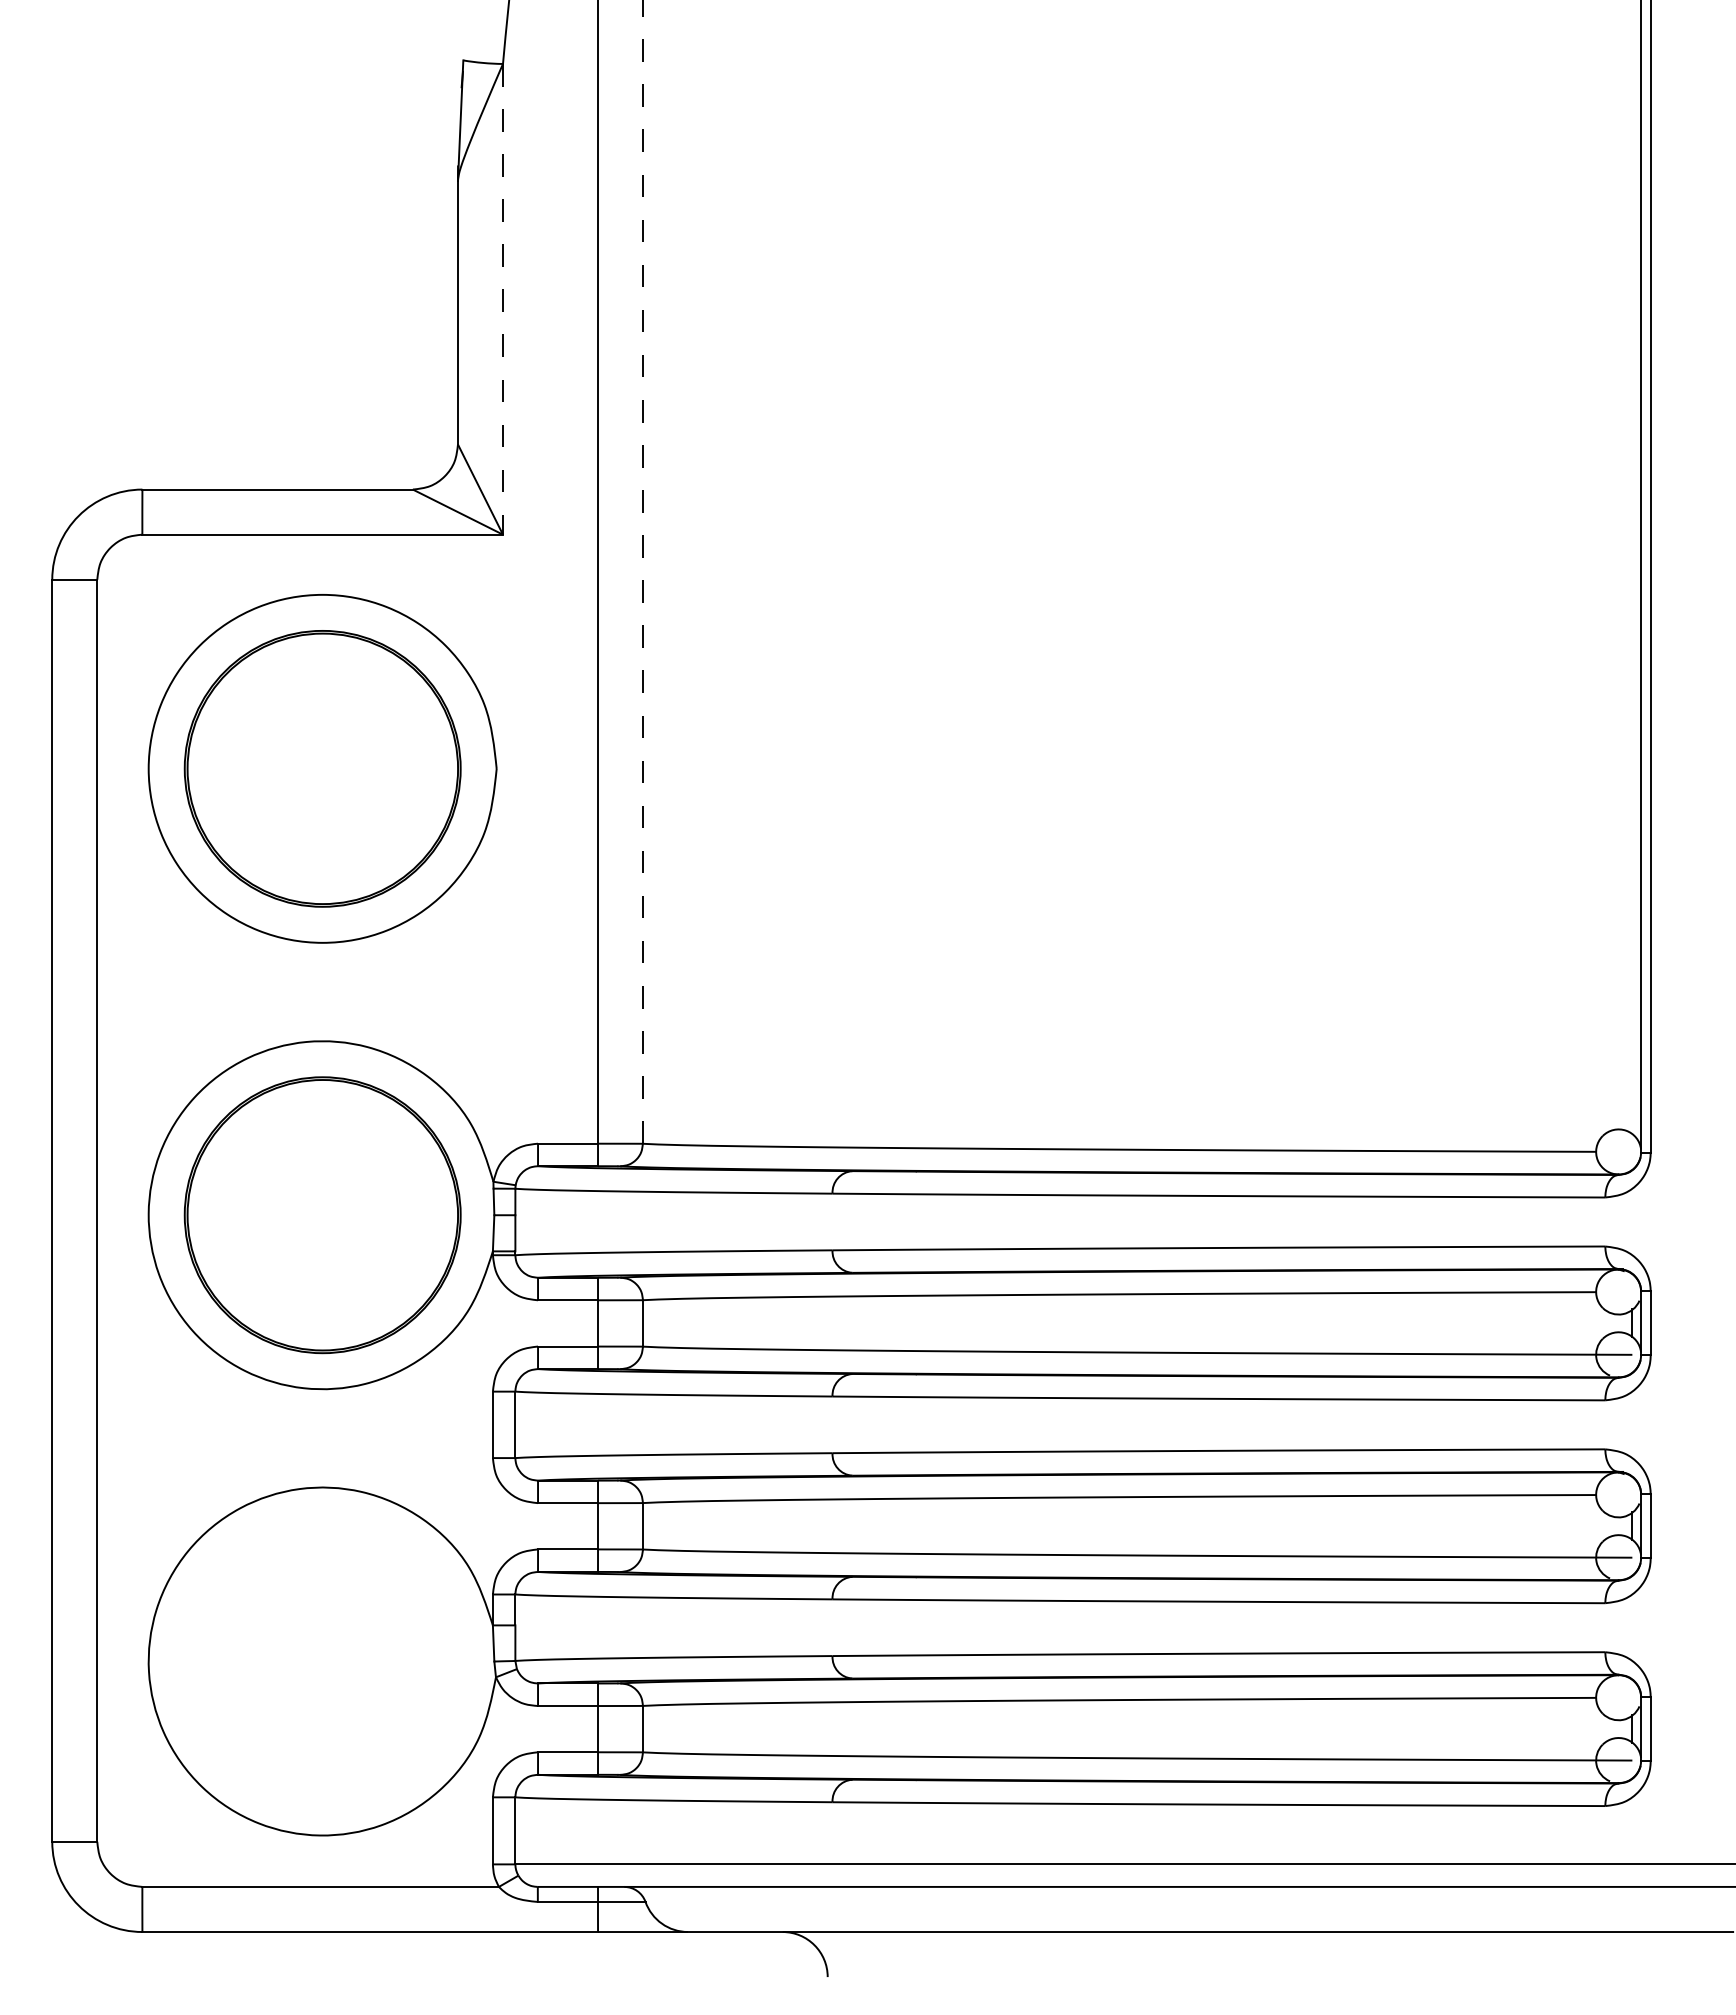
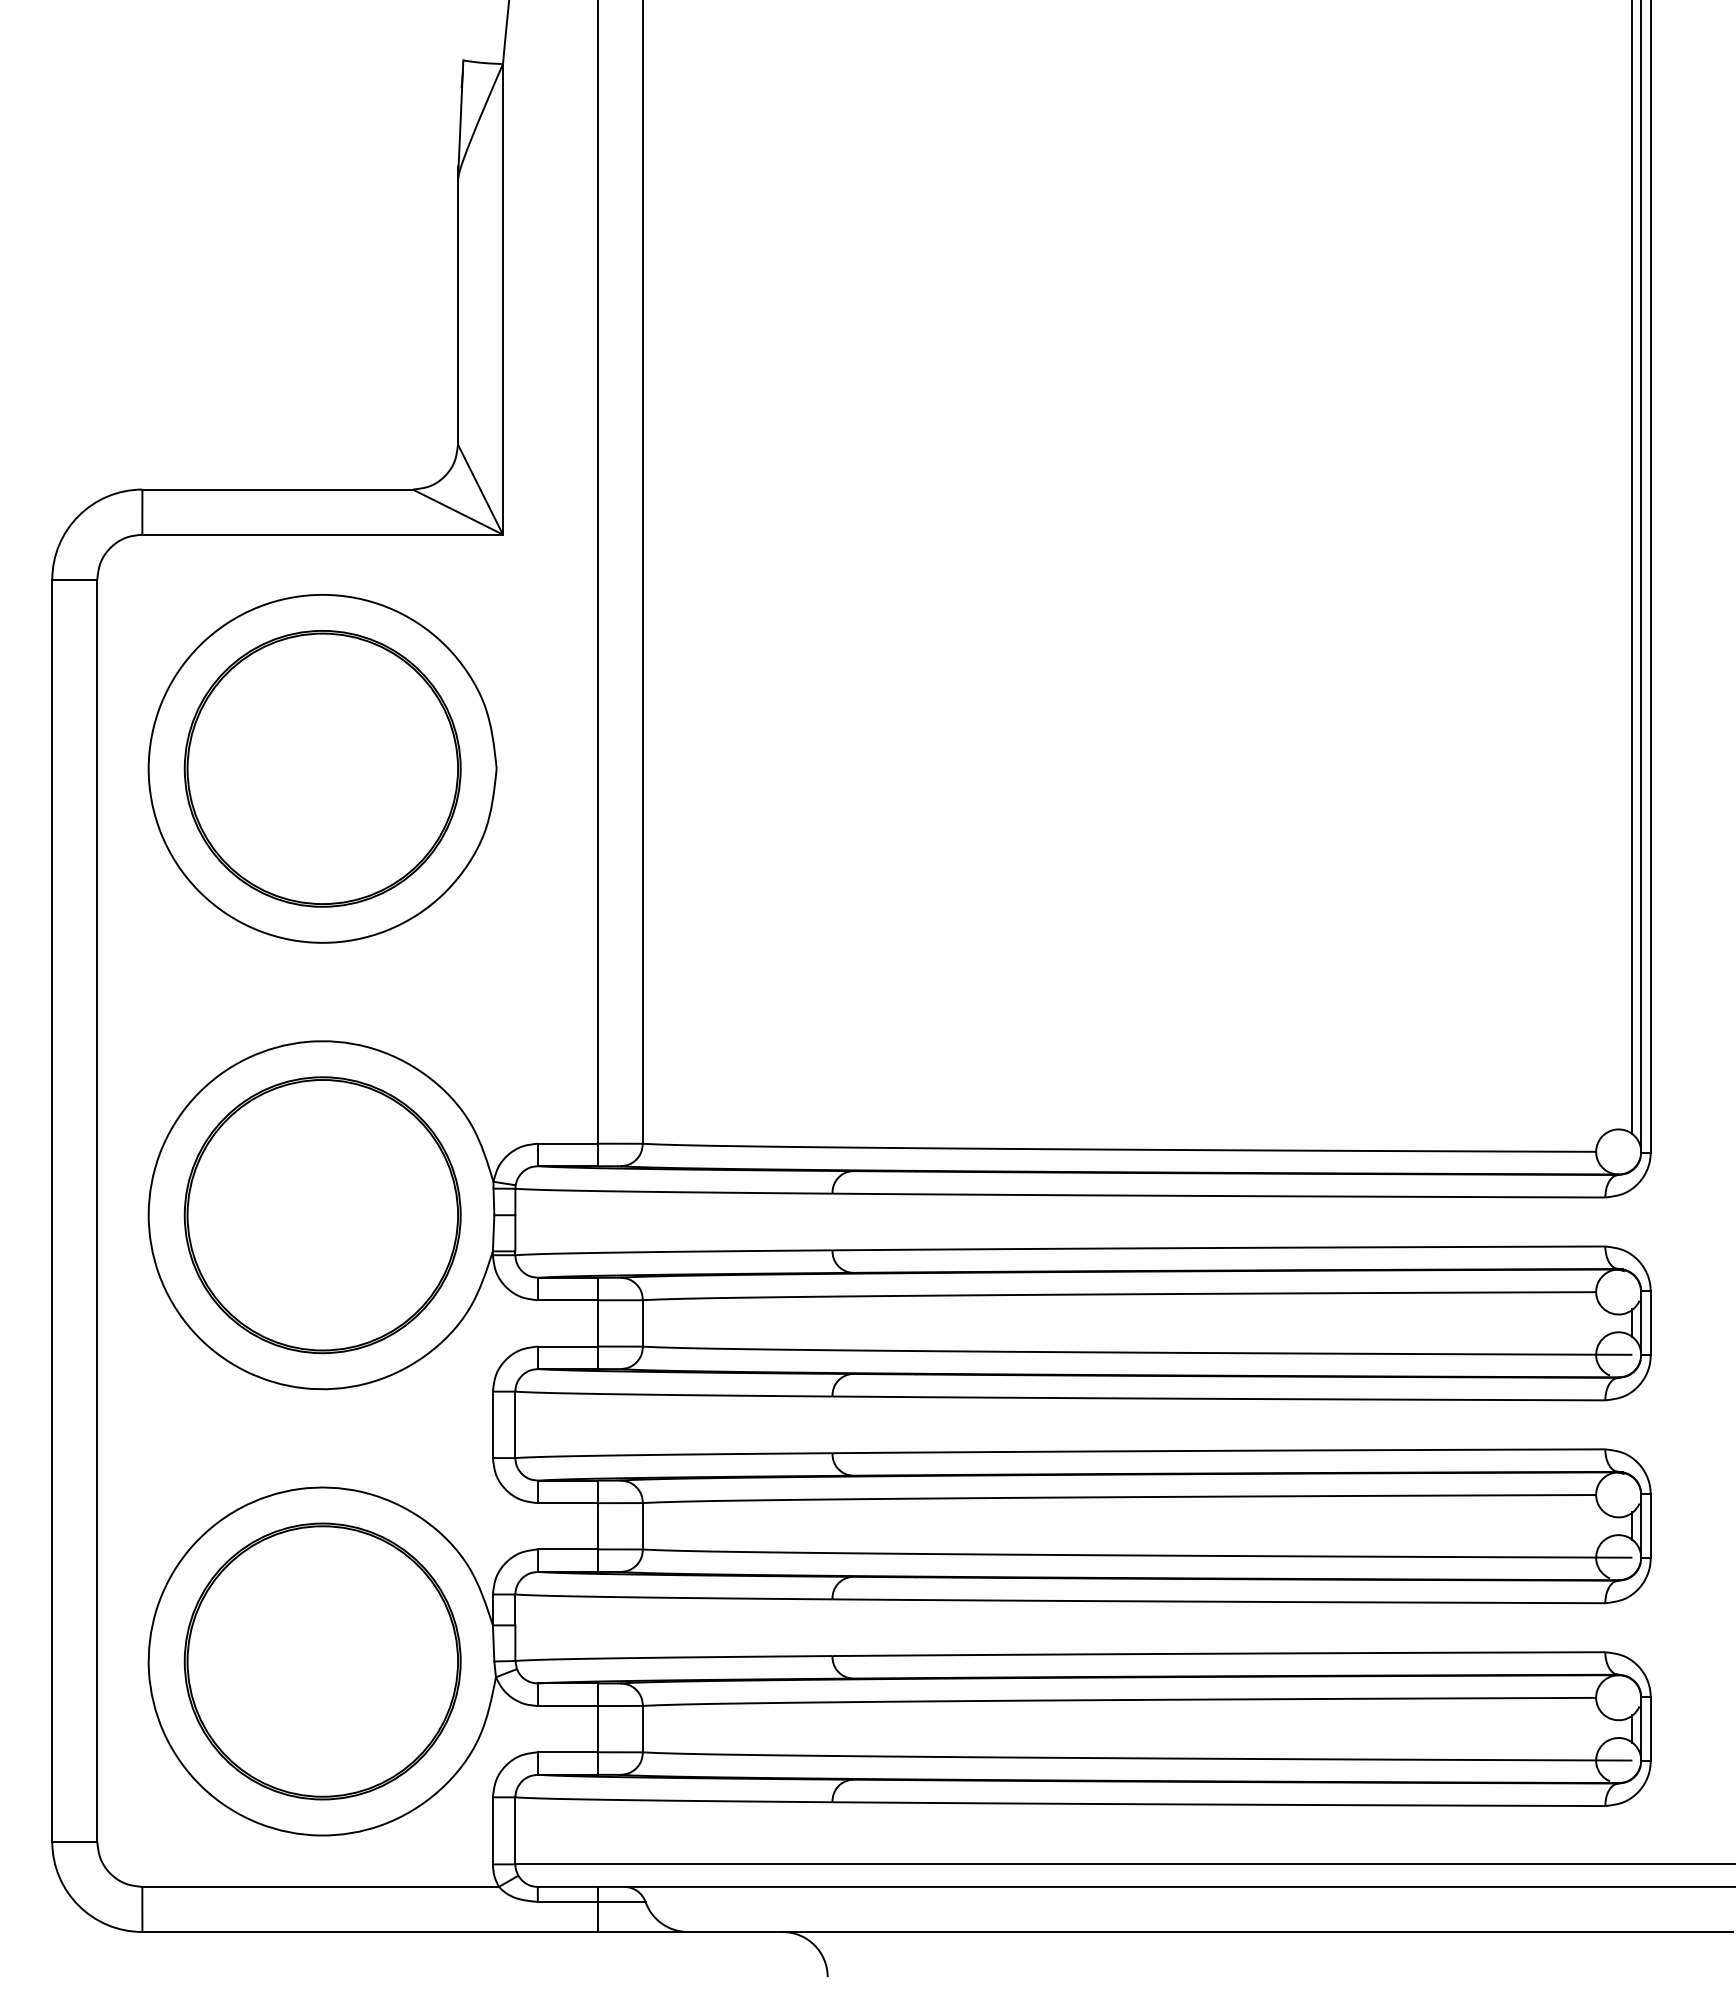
line at (503, 299): dashed -> solid
line at (1632, 568): none -> present
line at (642, 572): dashed -> solid
part at (322, 1661): none -> present
